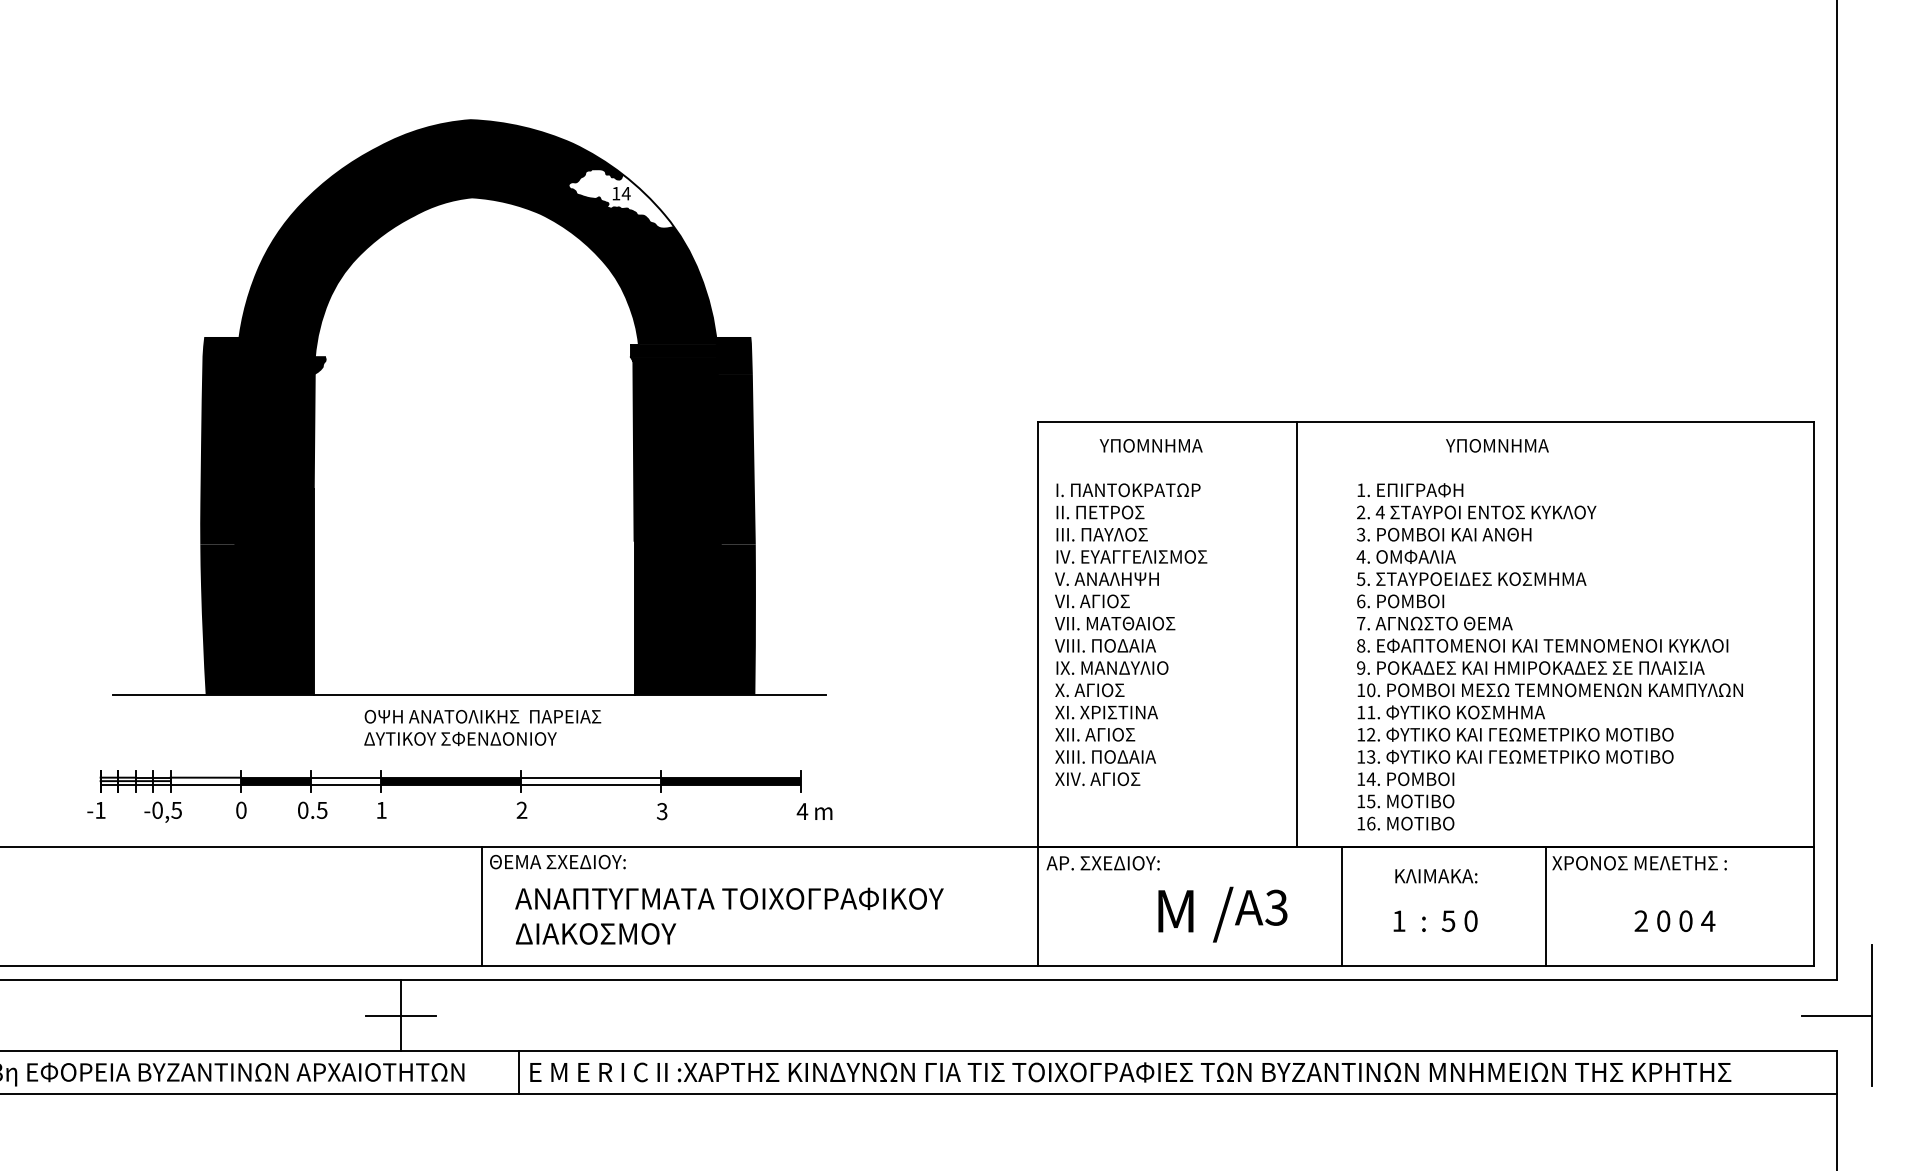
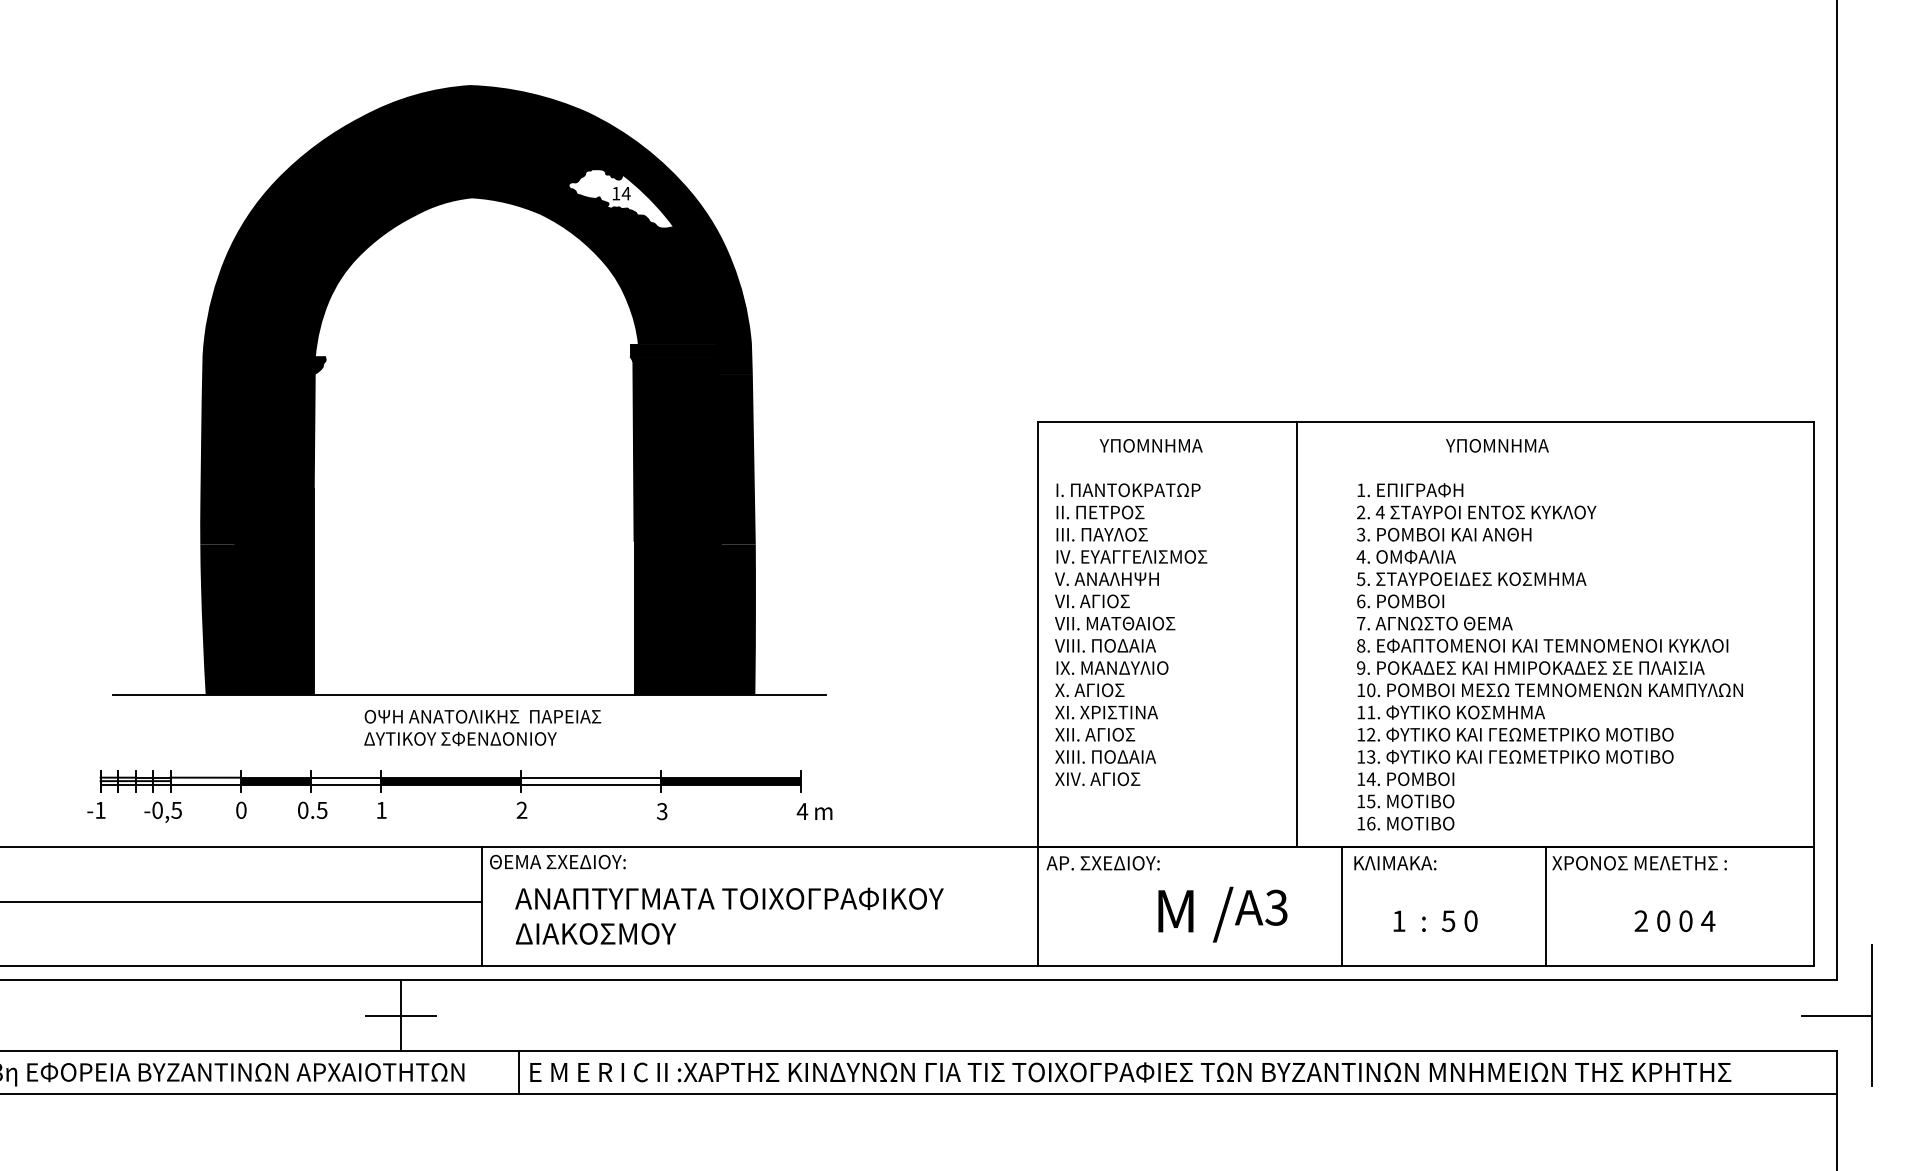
fill at (477, 210): none -> present
text at (1436, 876) position: (1436, 876) -> (1395, 863)
line at (242, 902): none -> present
